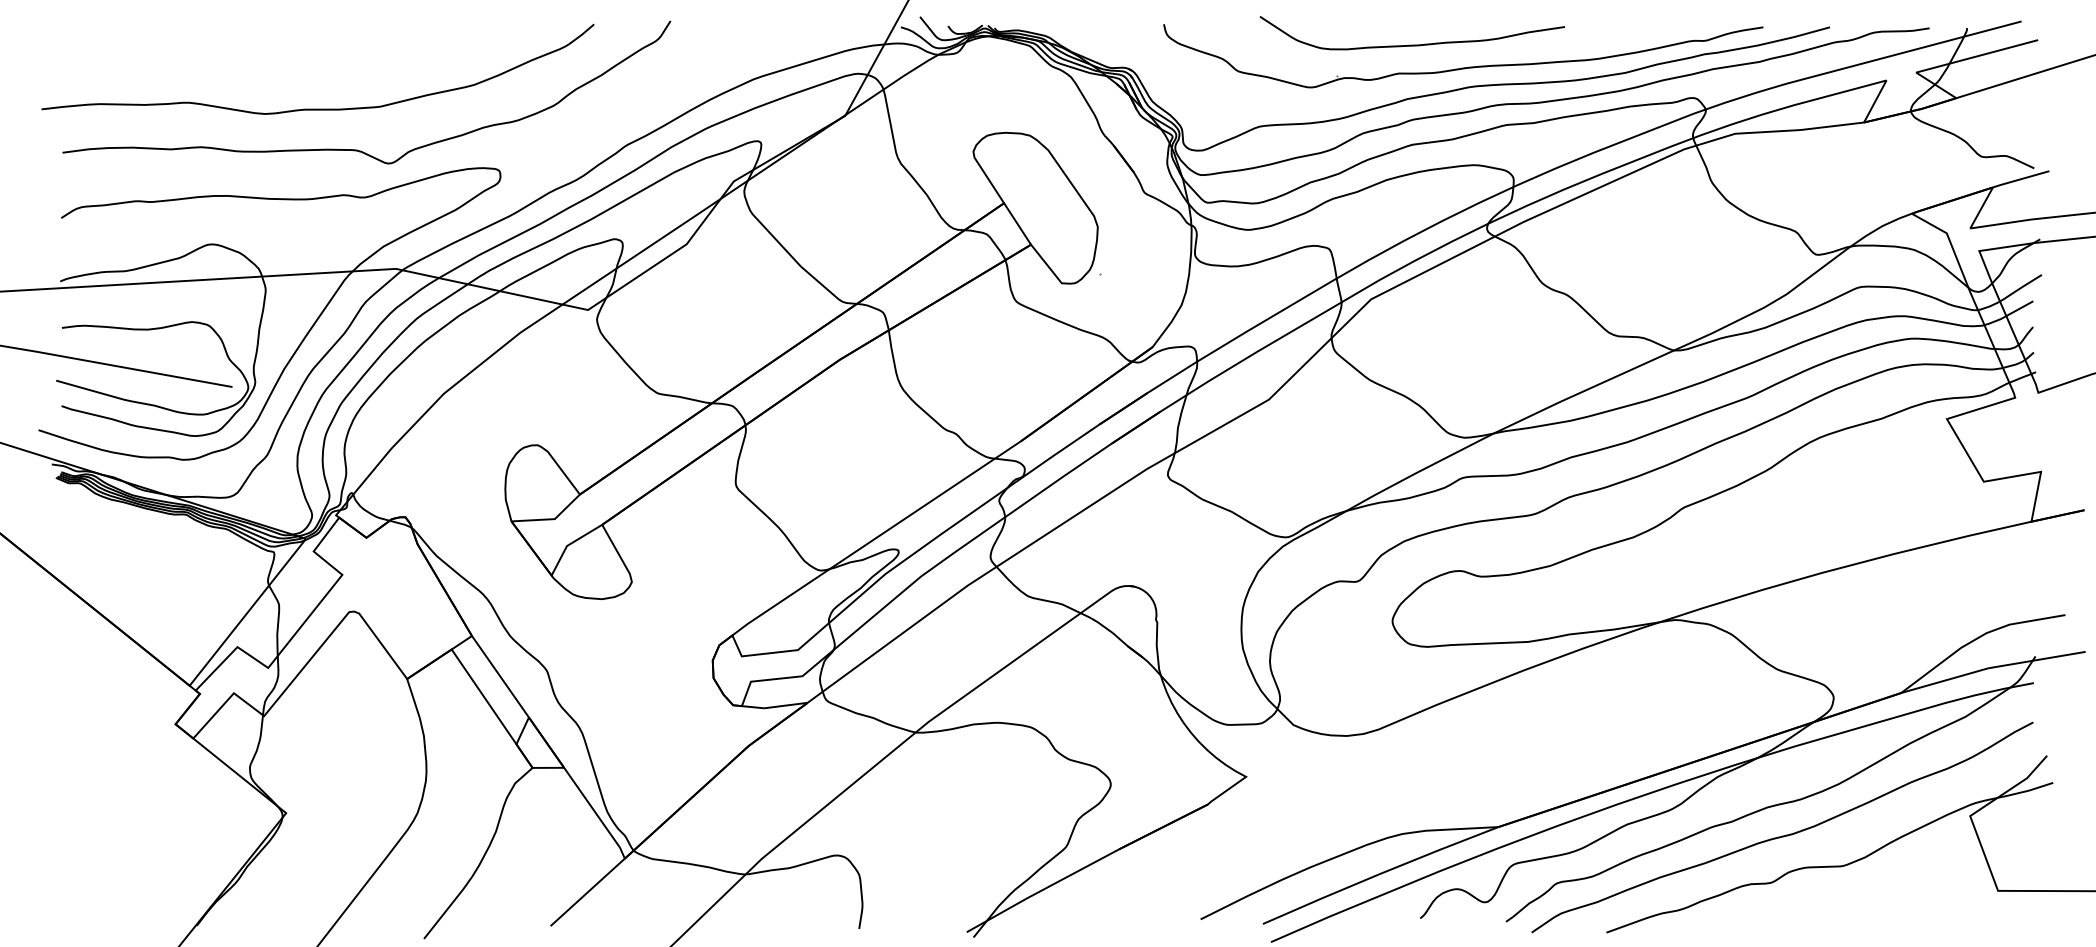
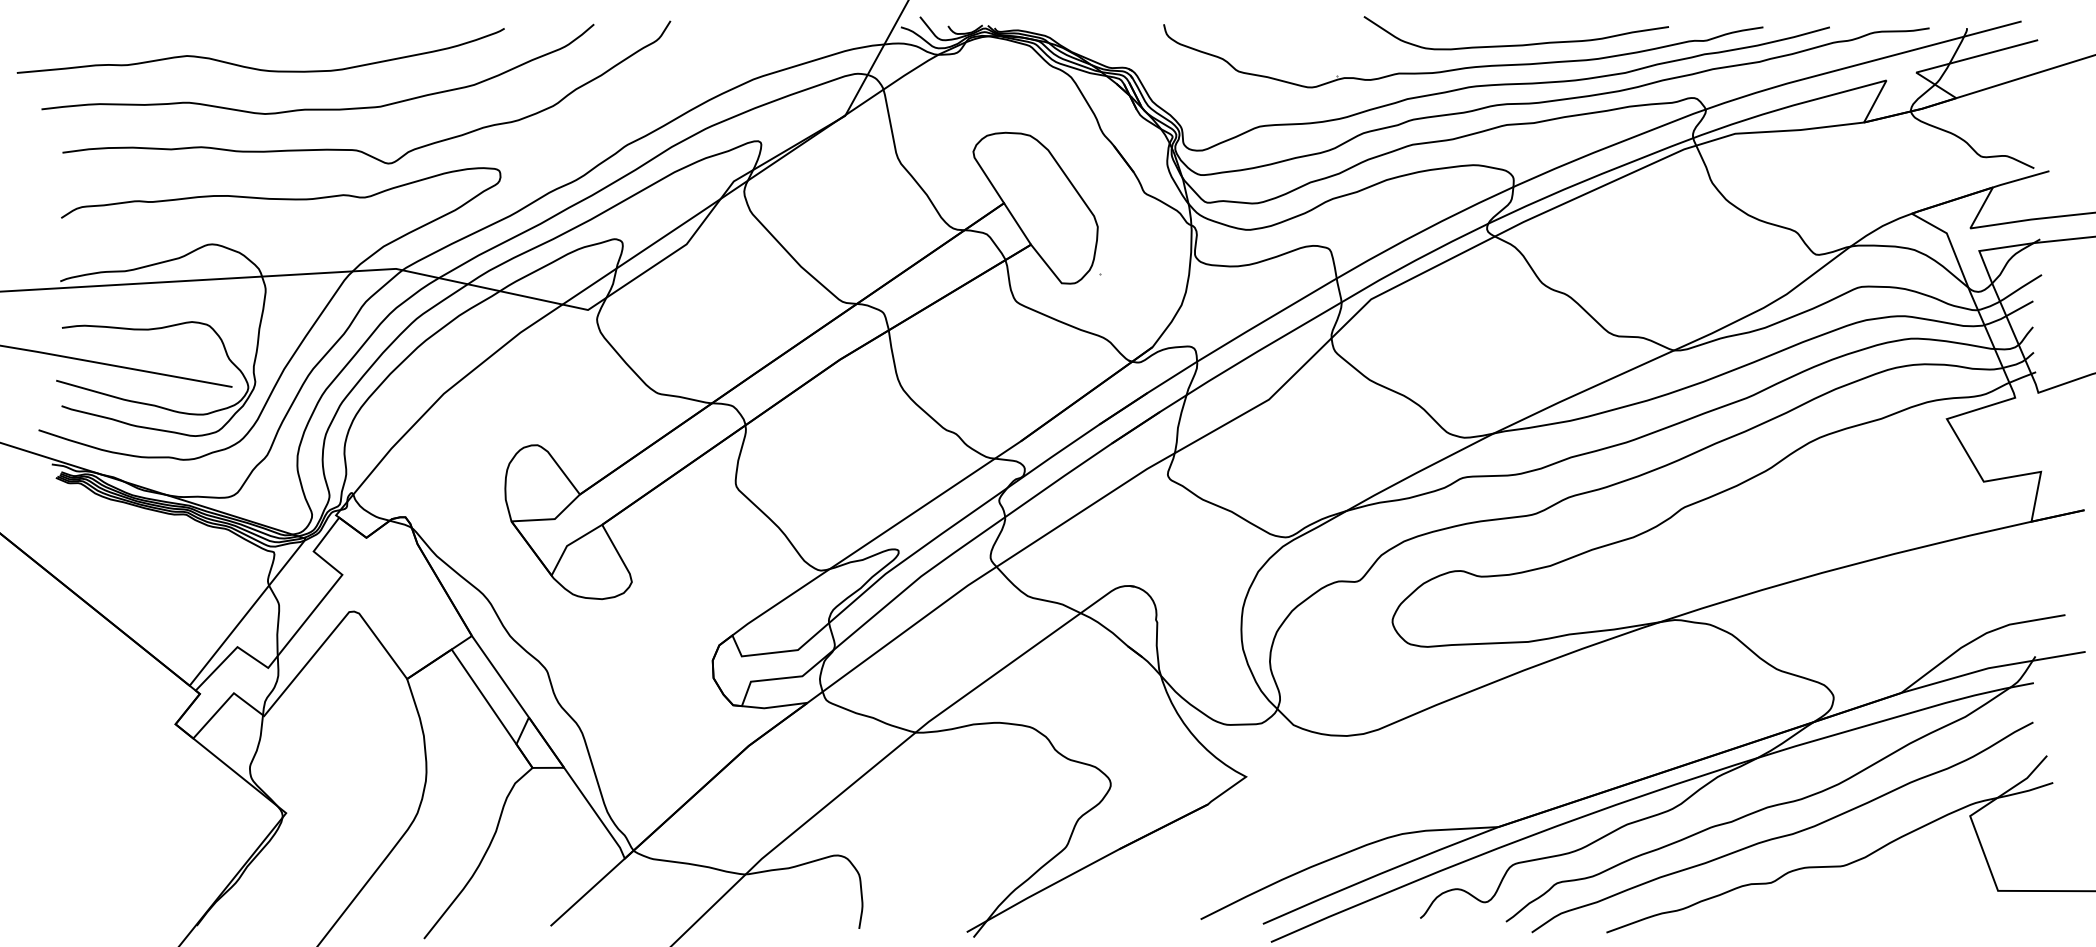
curve at (1411, 44) position: (1411, 44) -> (1515, 44)
curve at (259, 68): none -> present
